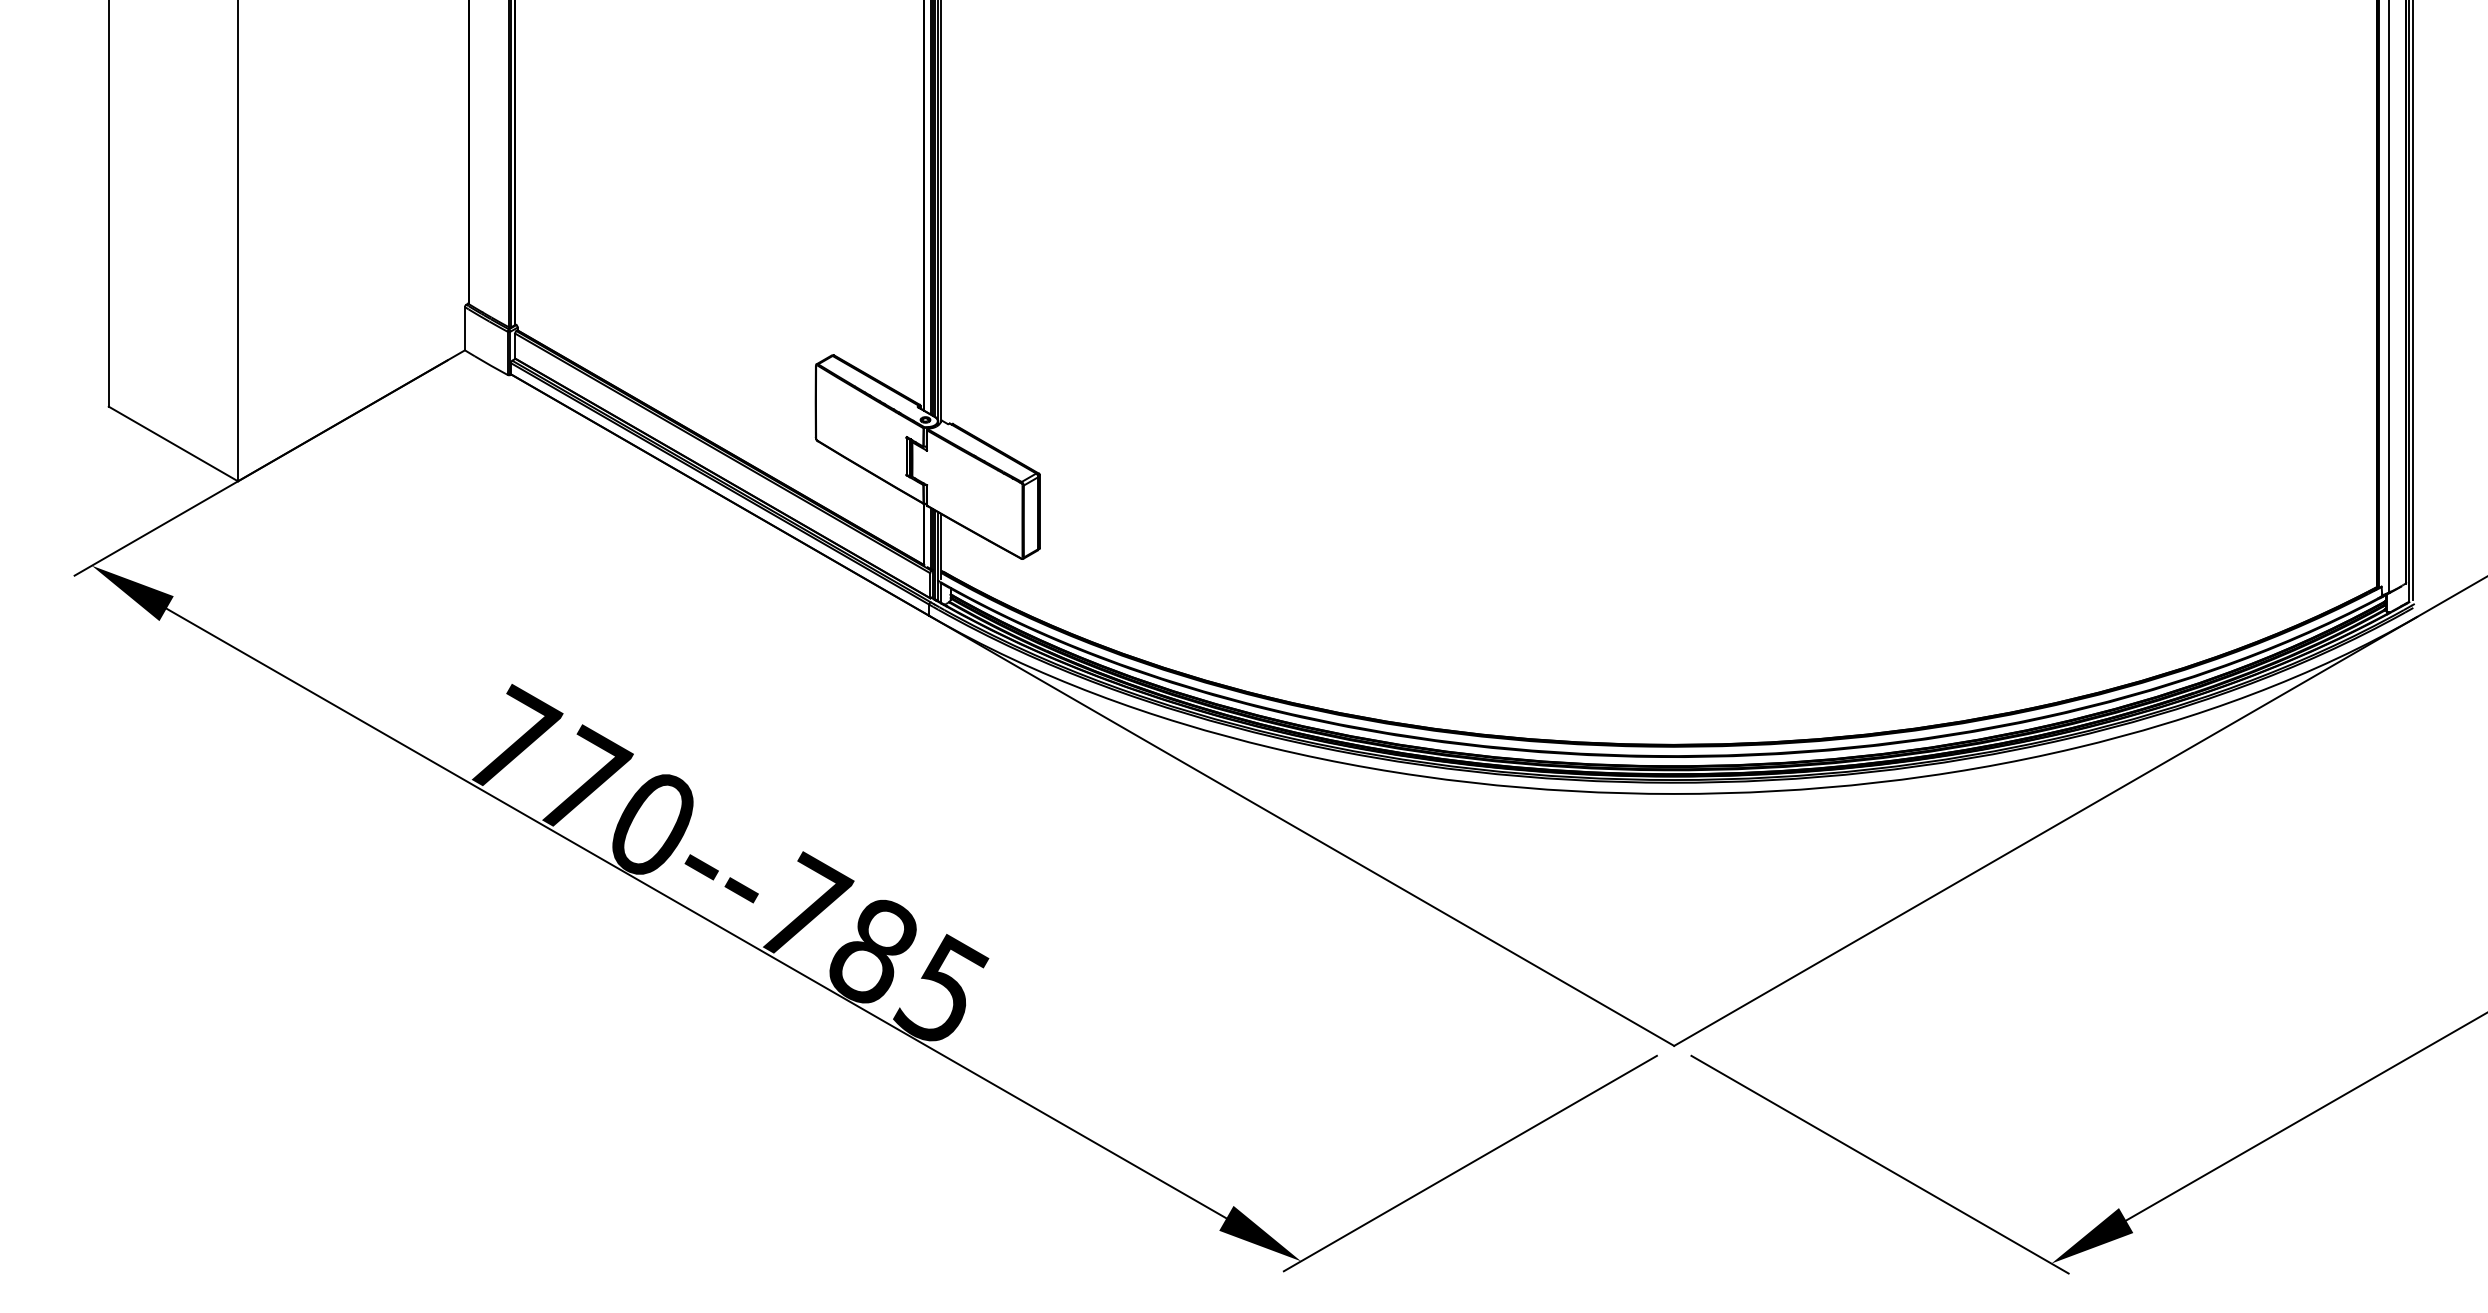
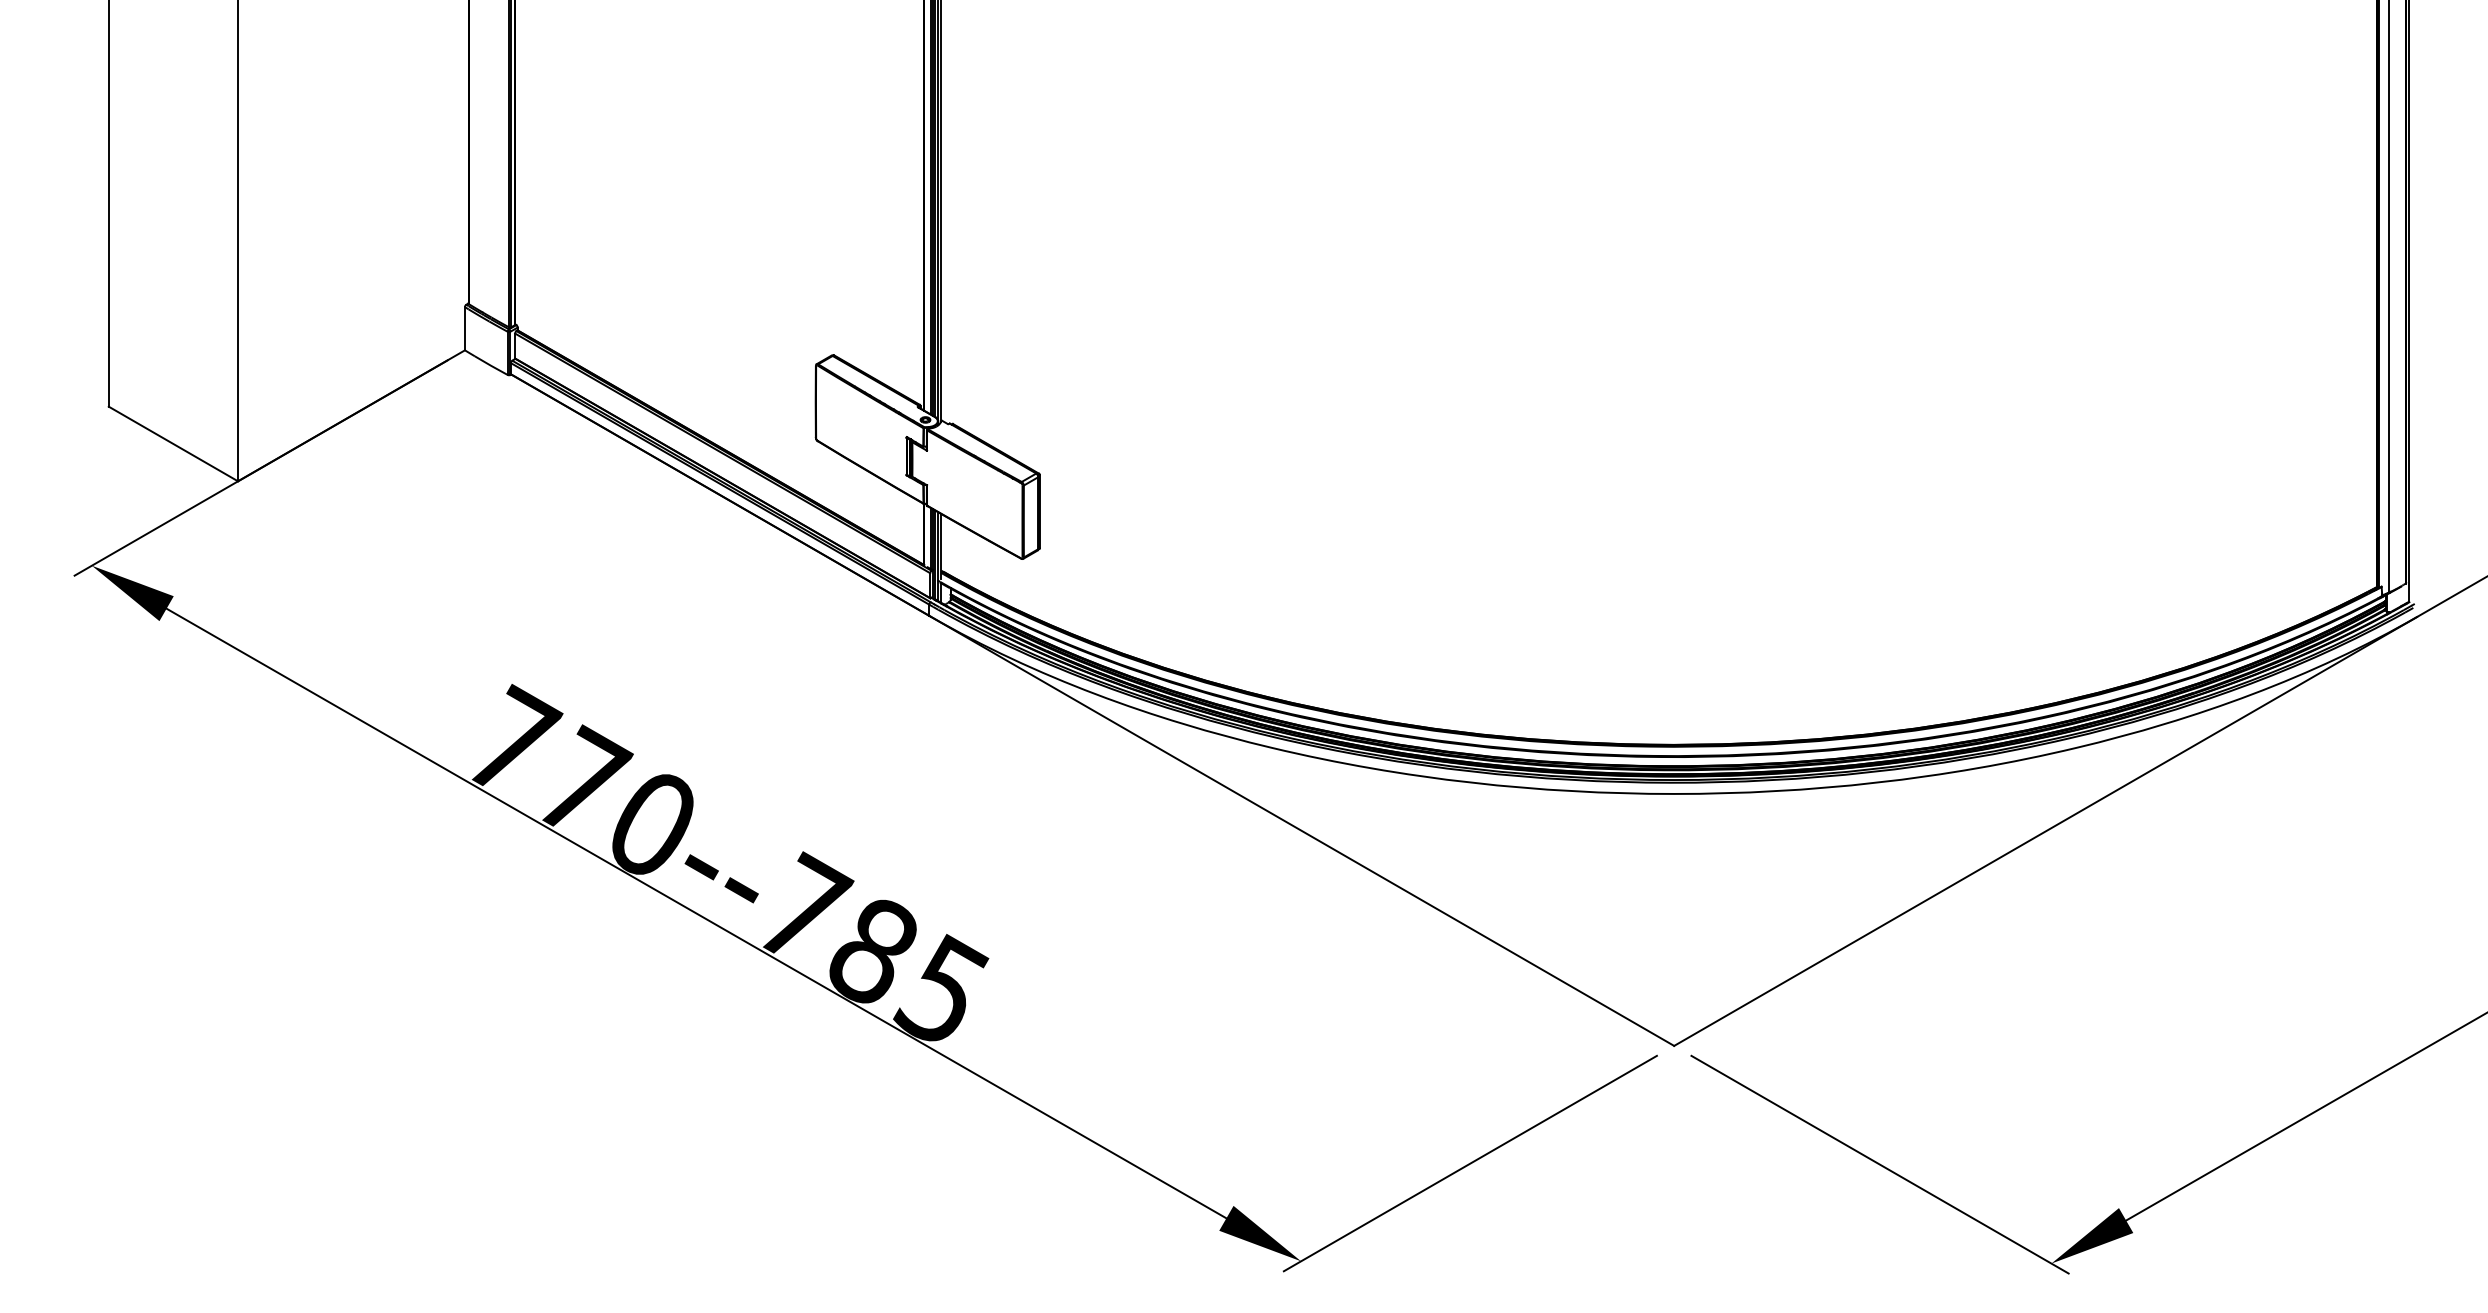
line at (2412, 300): present -> none
